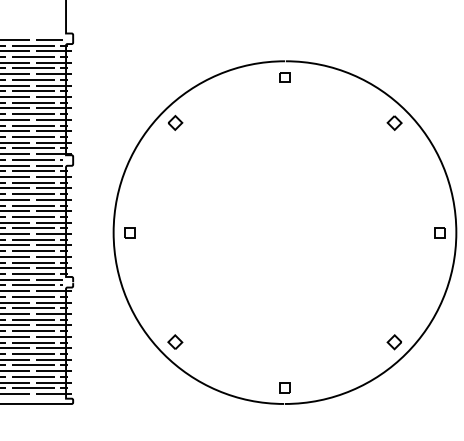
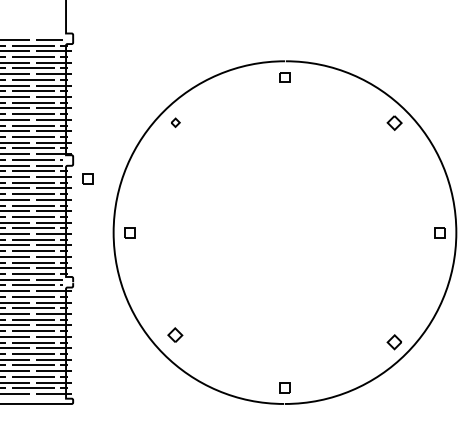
part at (175, 122) size: 16x17 px -> 10x11 px
part at (87, 178): none -> present
part at (175, 341) position: (175, 341) -> (175, 334)
